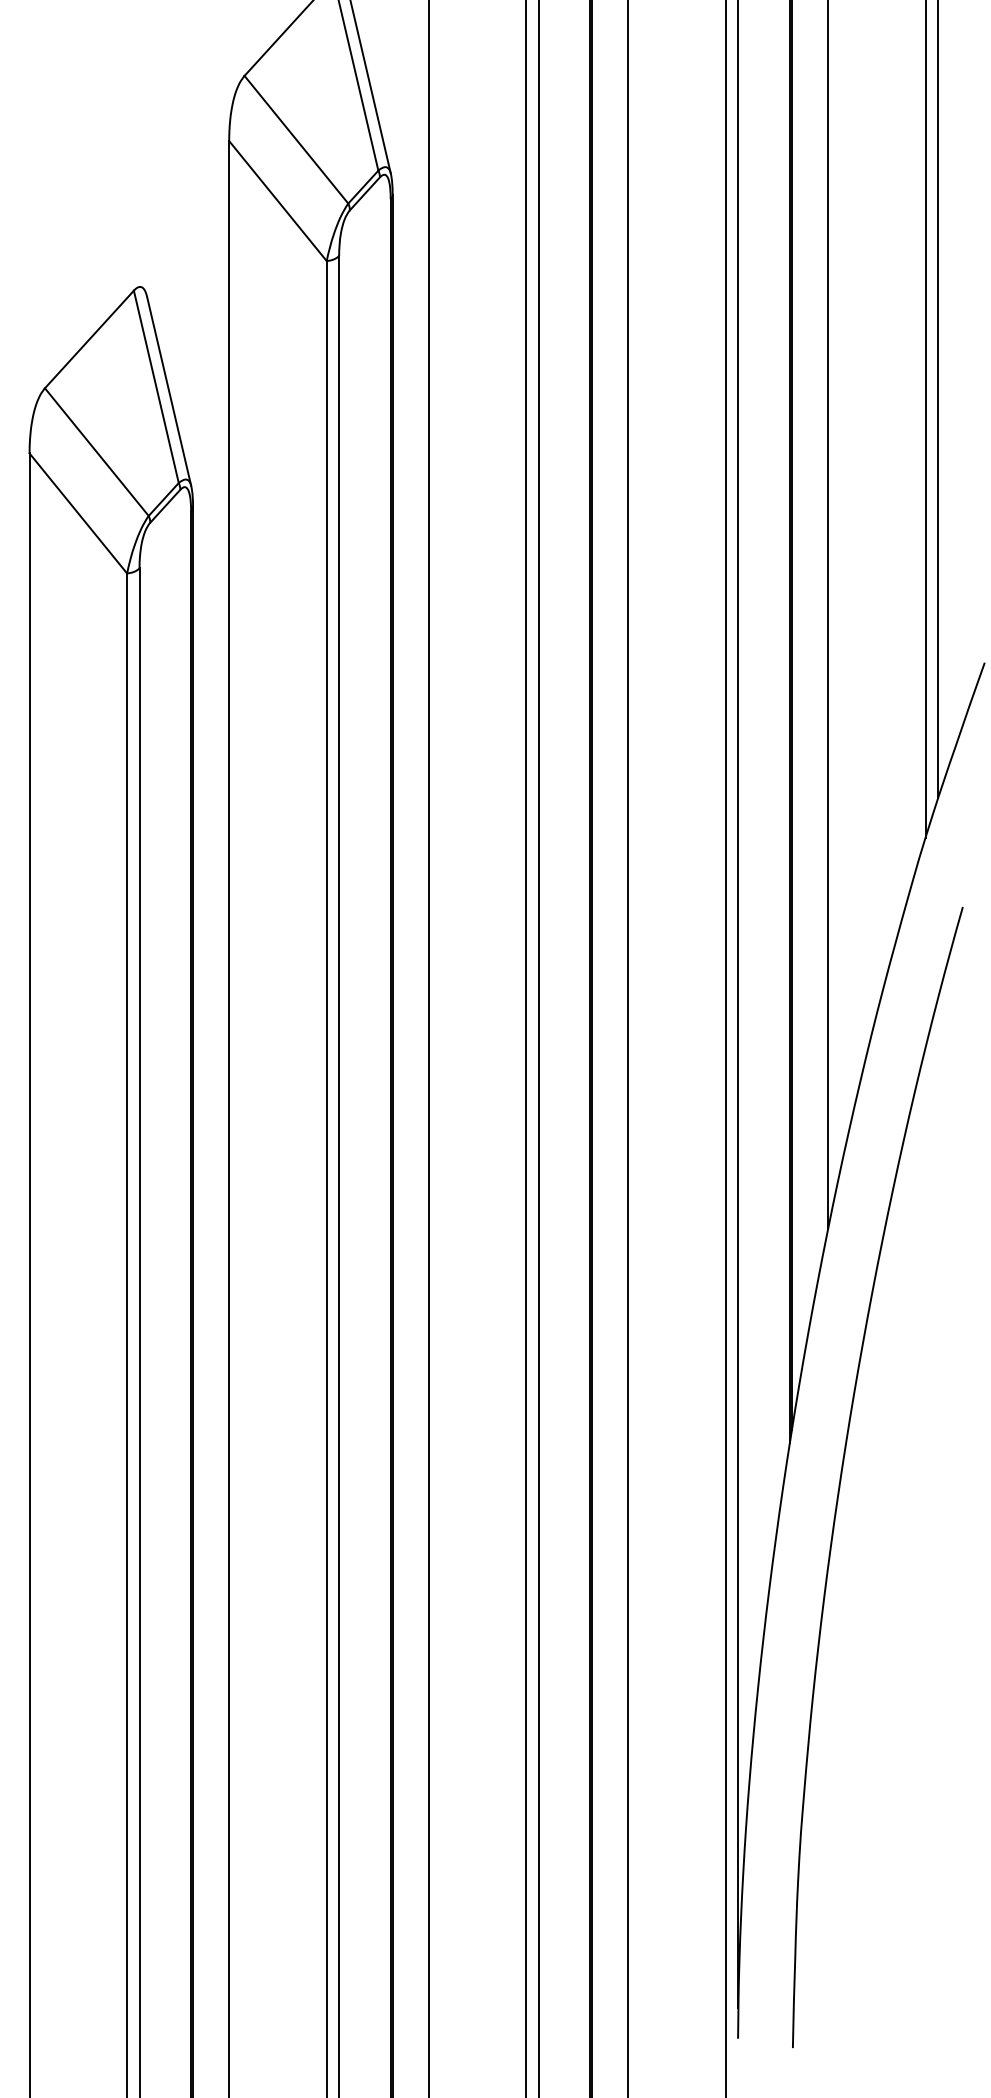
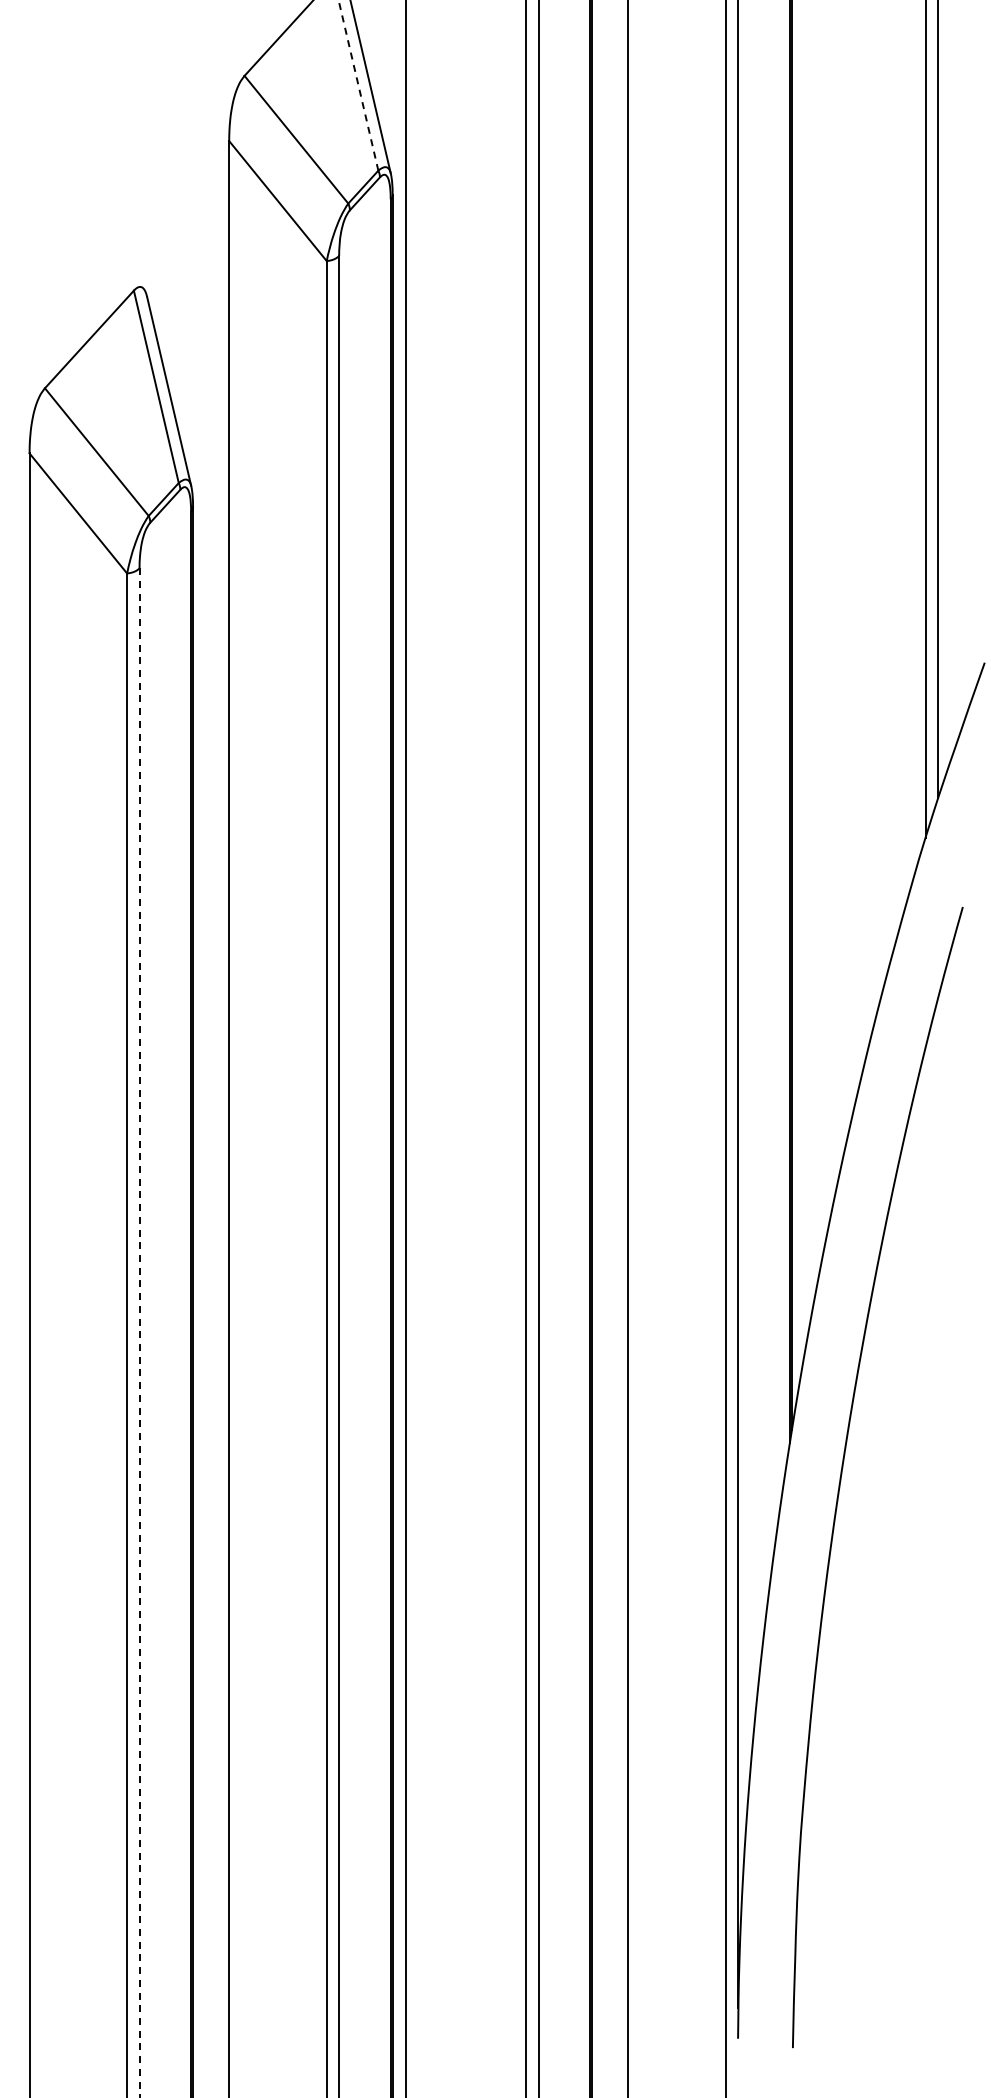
line at (358, 86): solid -> dashed
line at (828, 615): present -> none
line at (428, 1048) position: (428, 1048) -> (405, 1048)
line at (139, 1333): solid -> dashed
